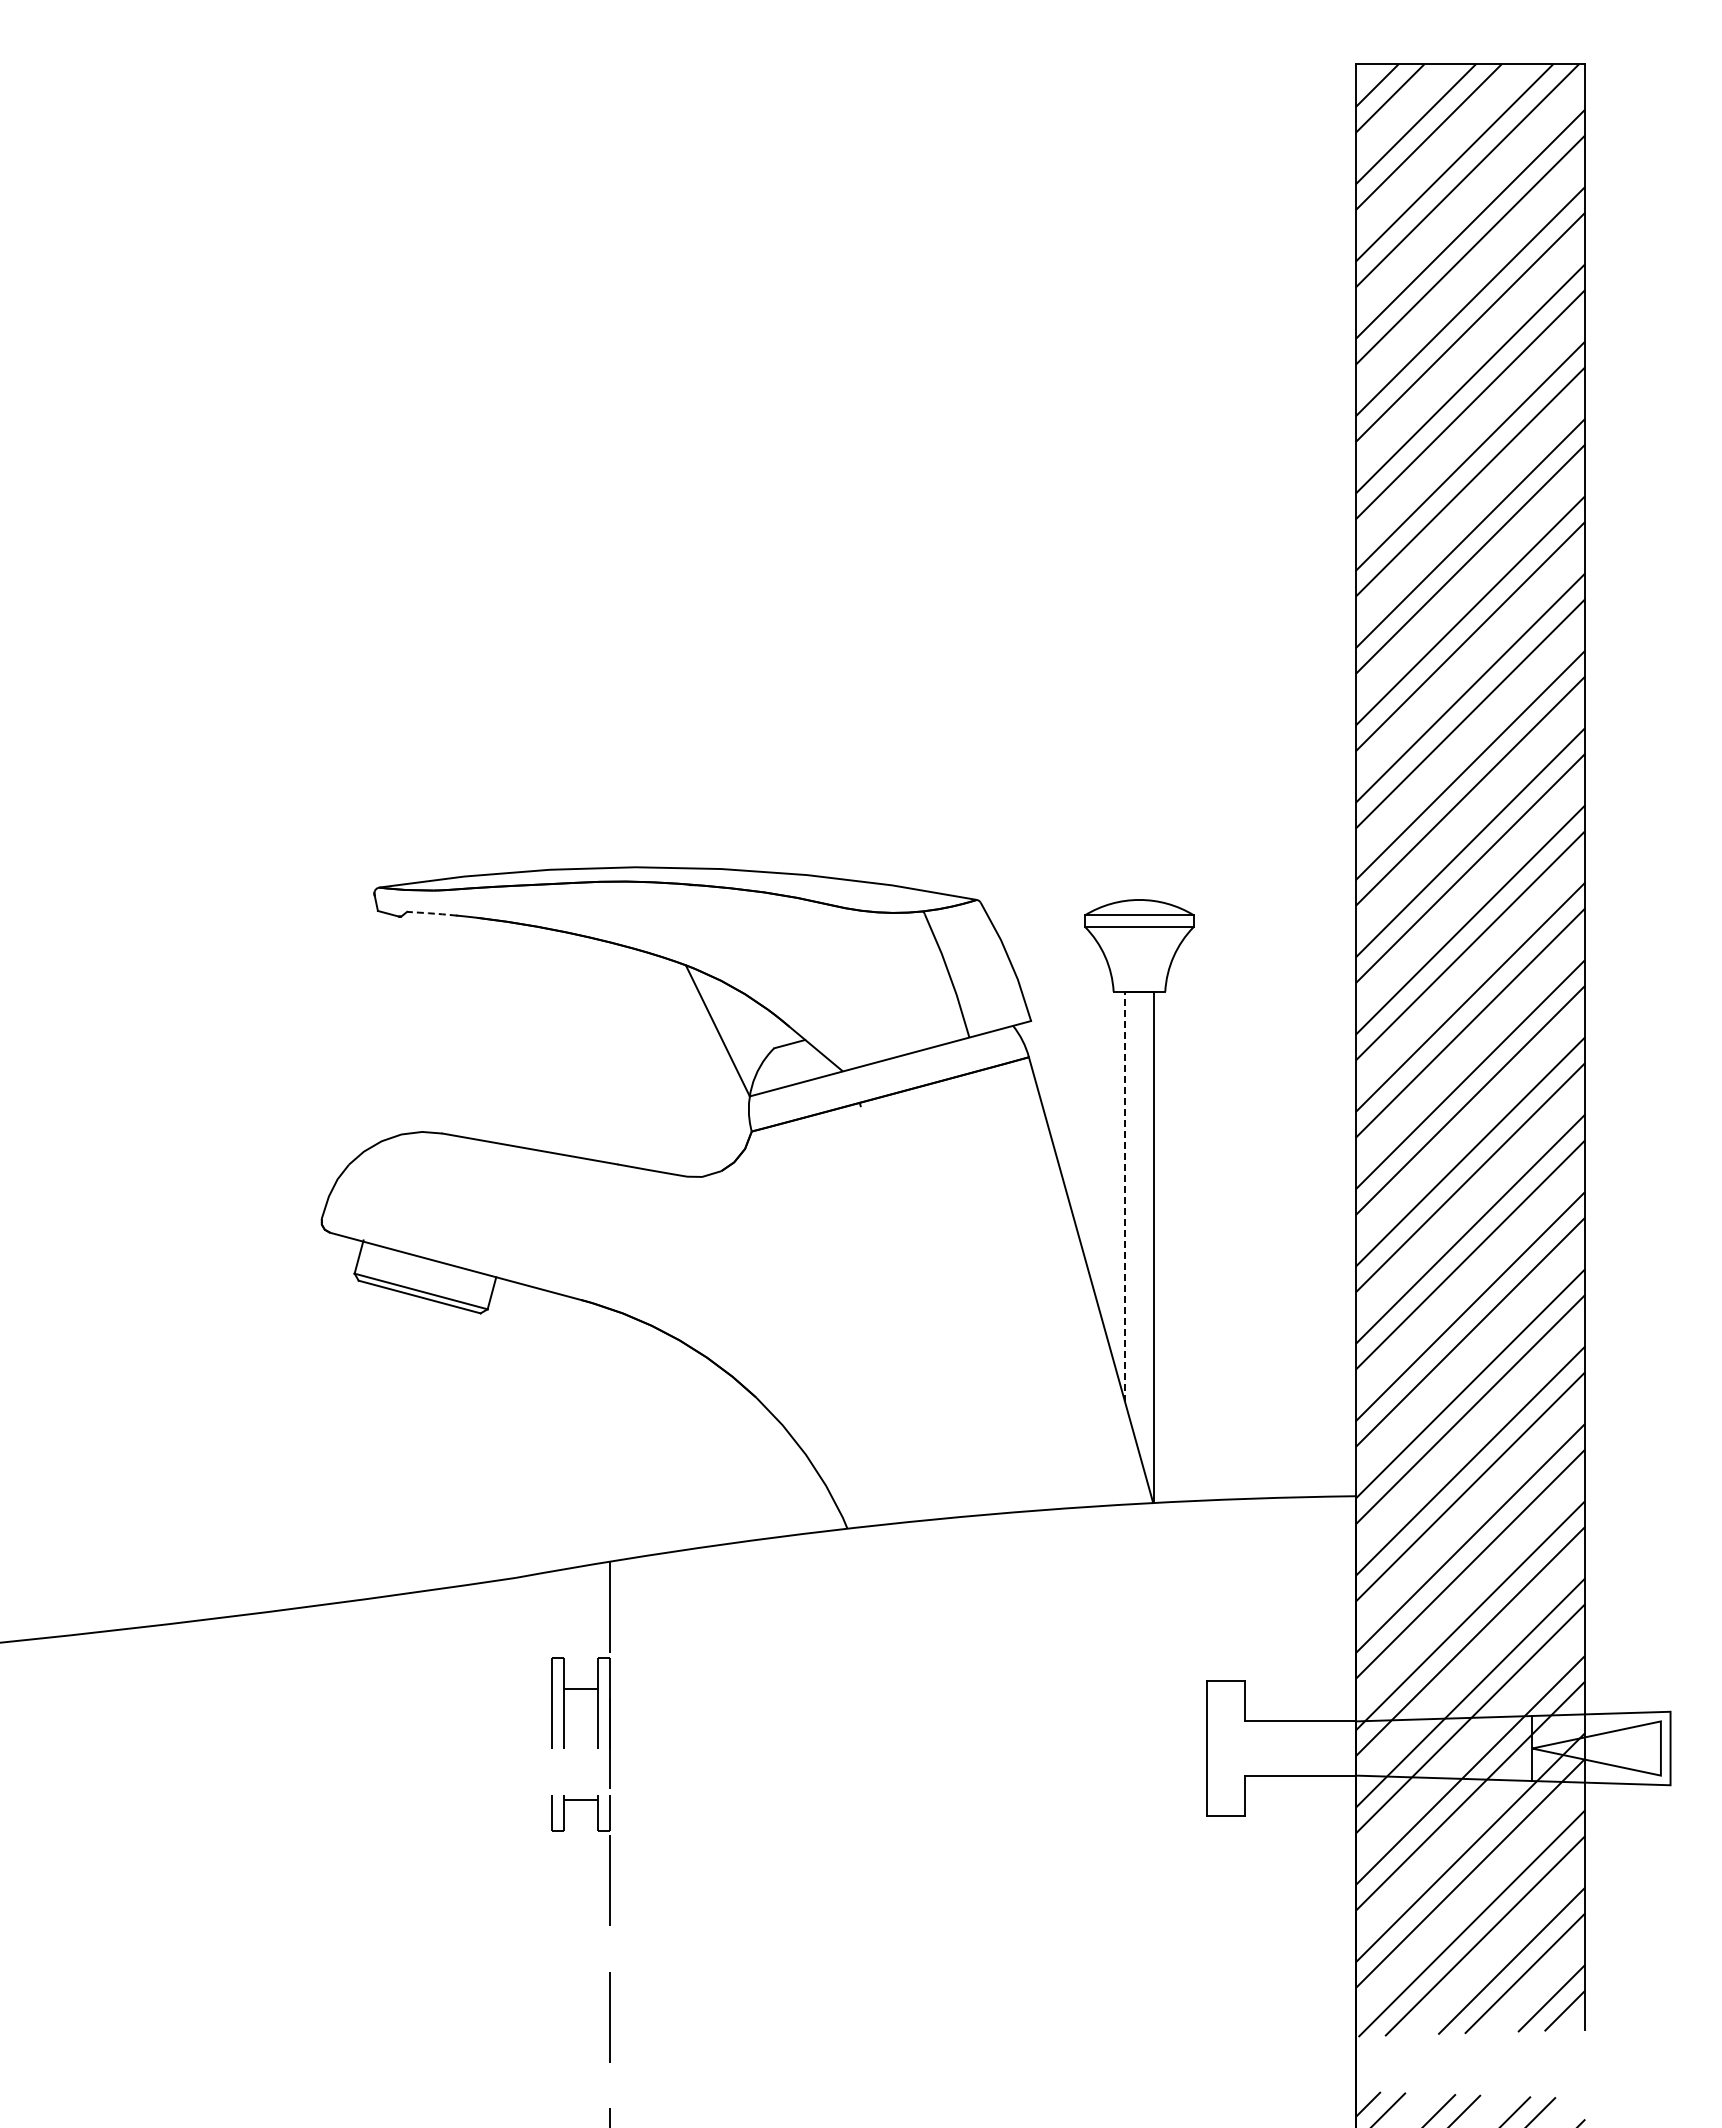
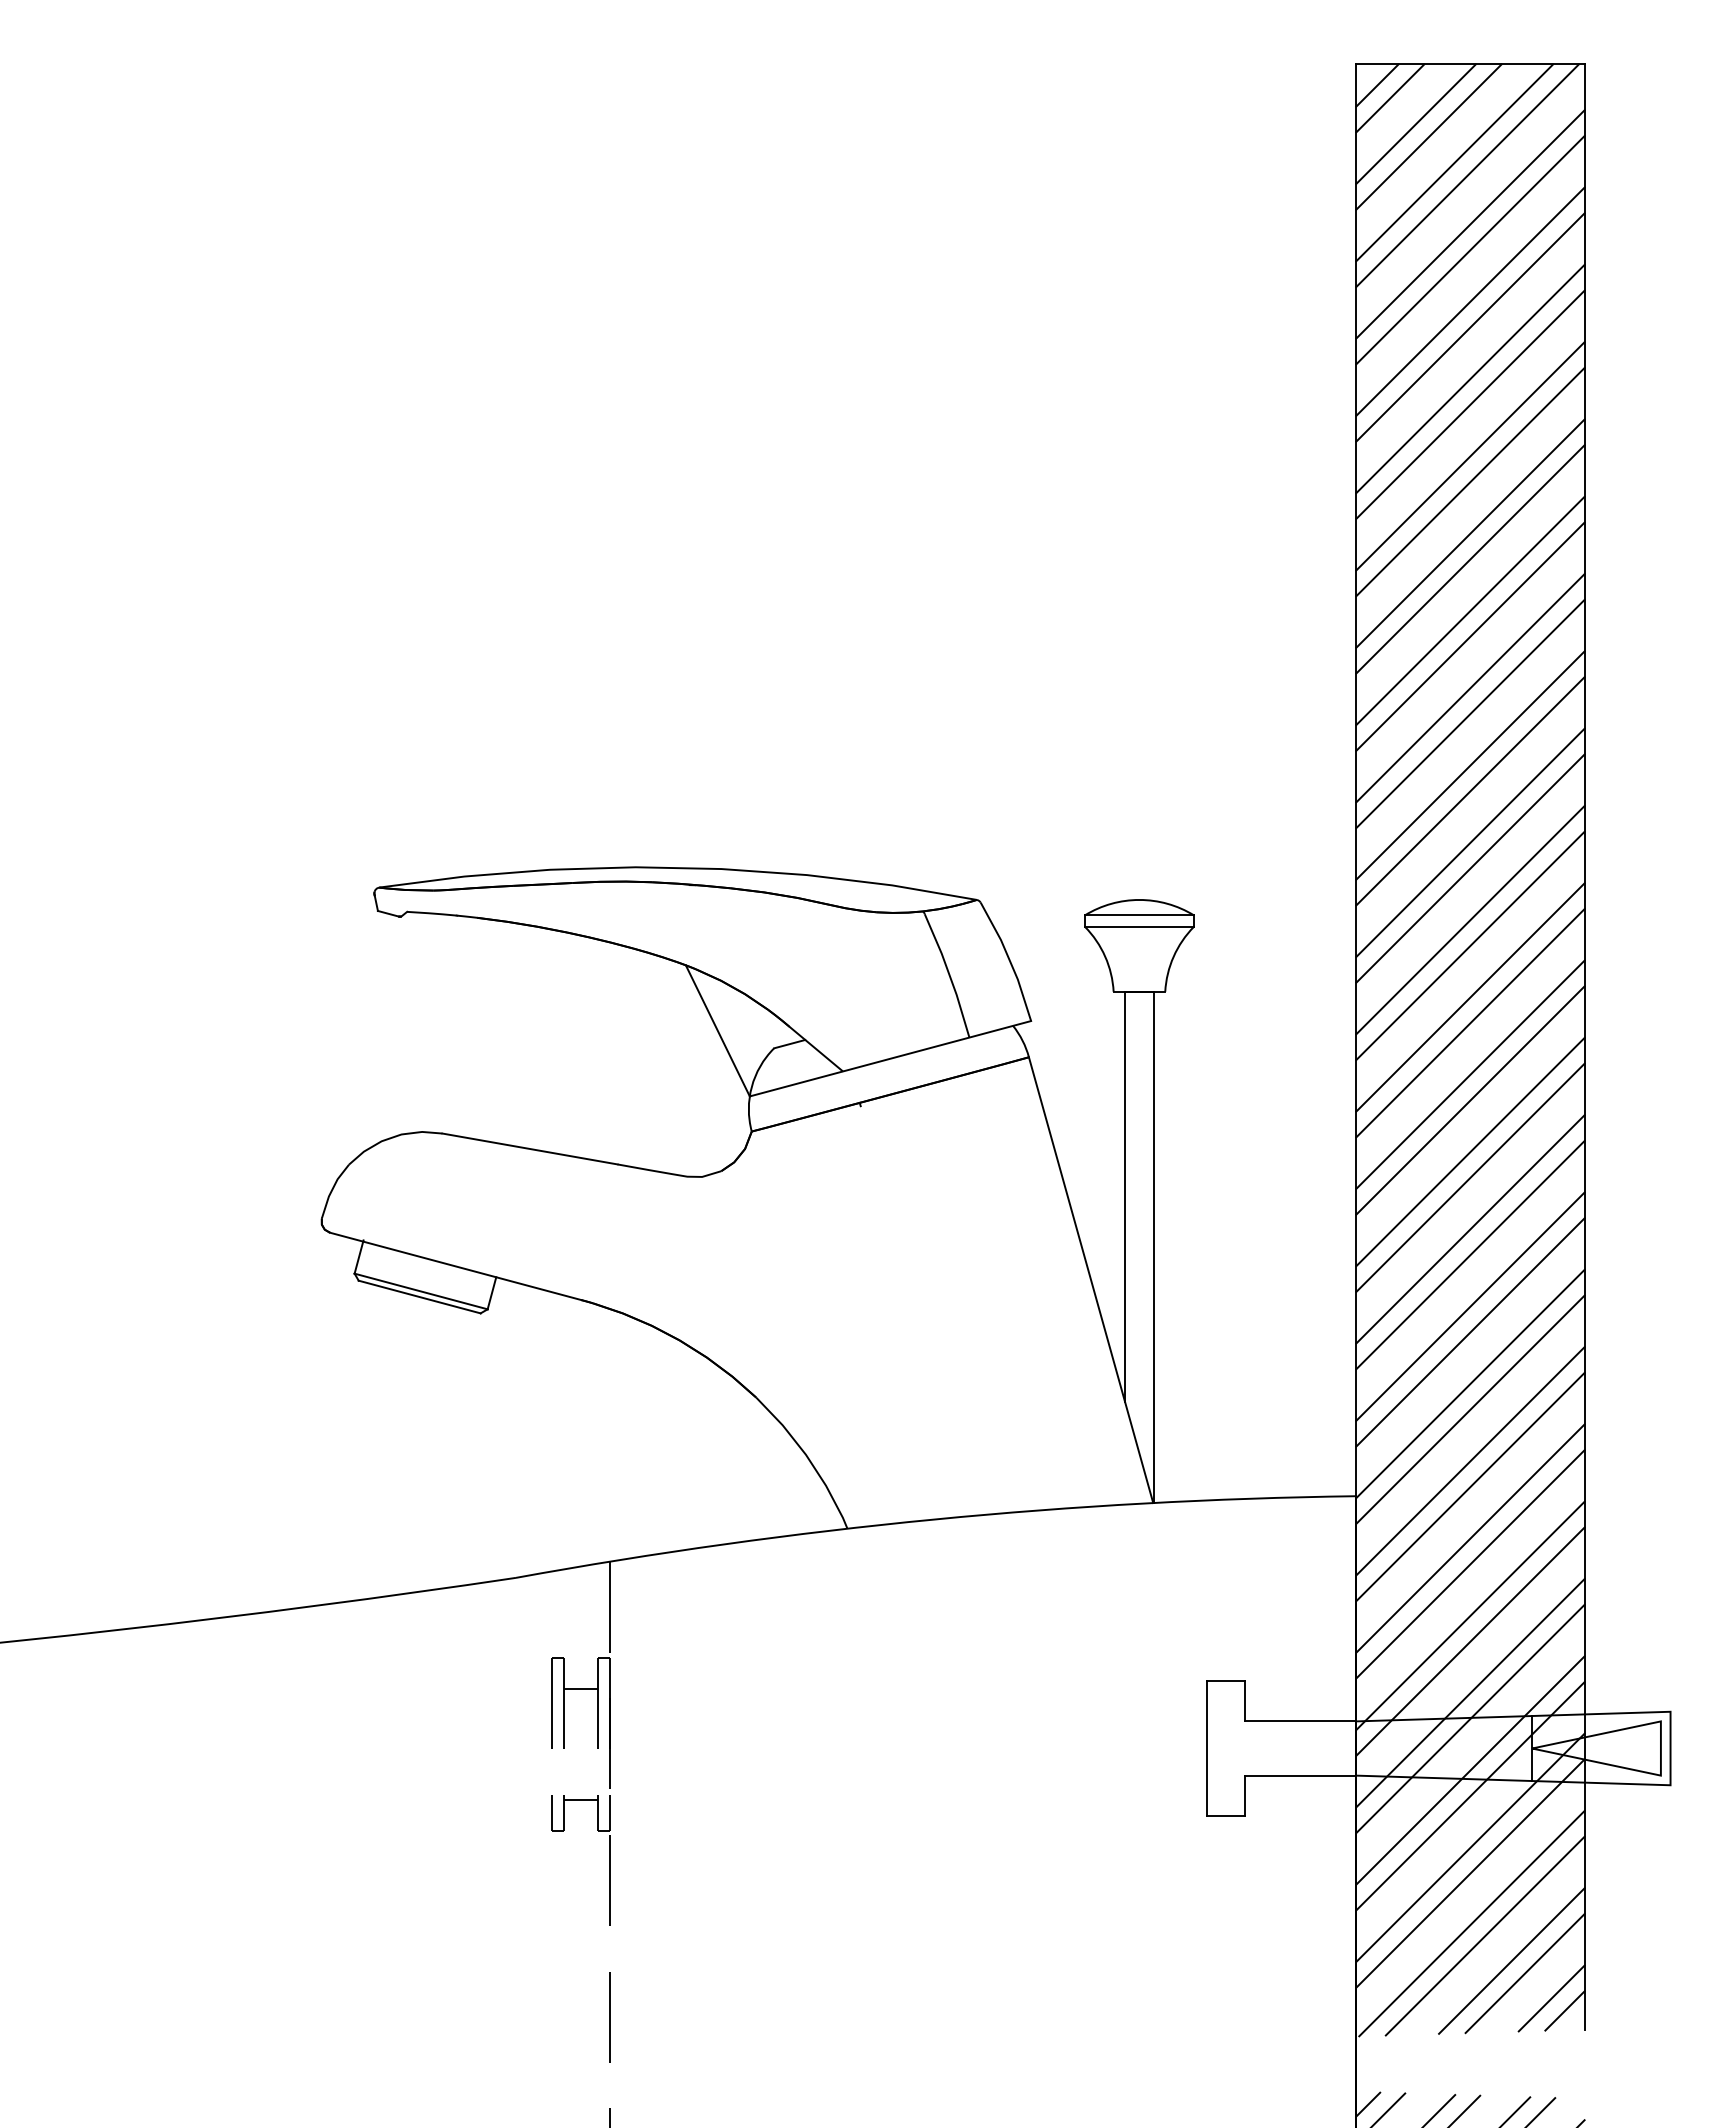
line at (432, 913): dashed -> solid
line at (1125, 1196): dashed -> solid
